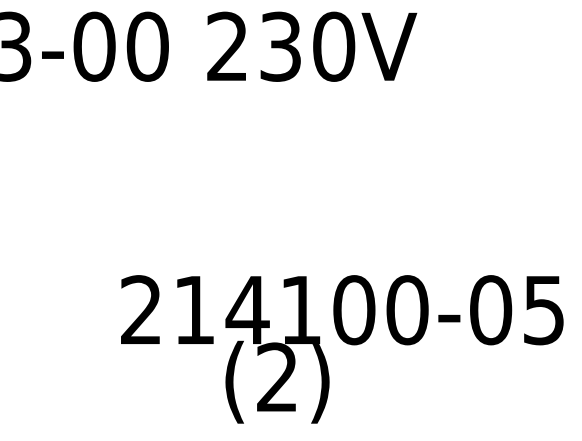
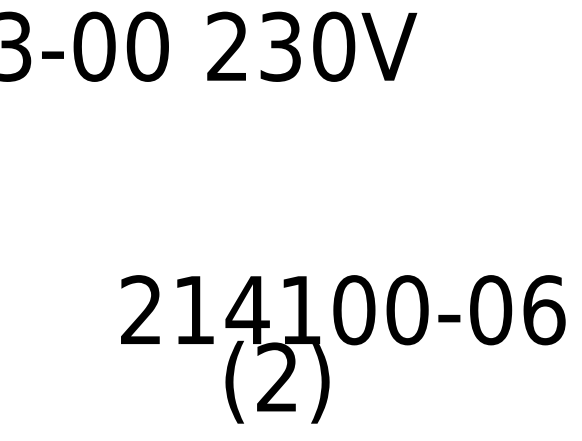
text at (544, 310): 214100-05 -> 214100-06
